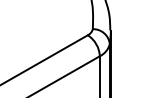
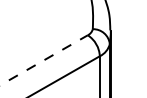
line at (44, 60): solid -> dashed
